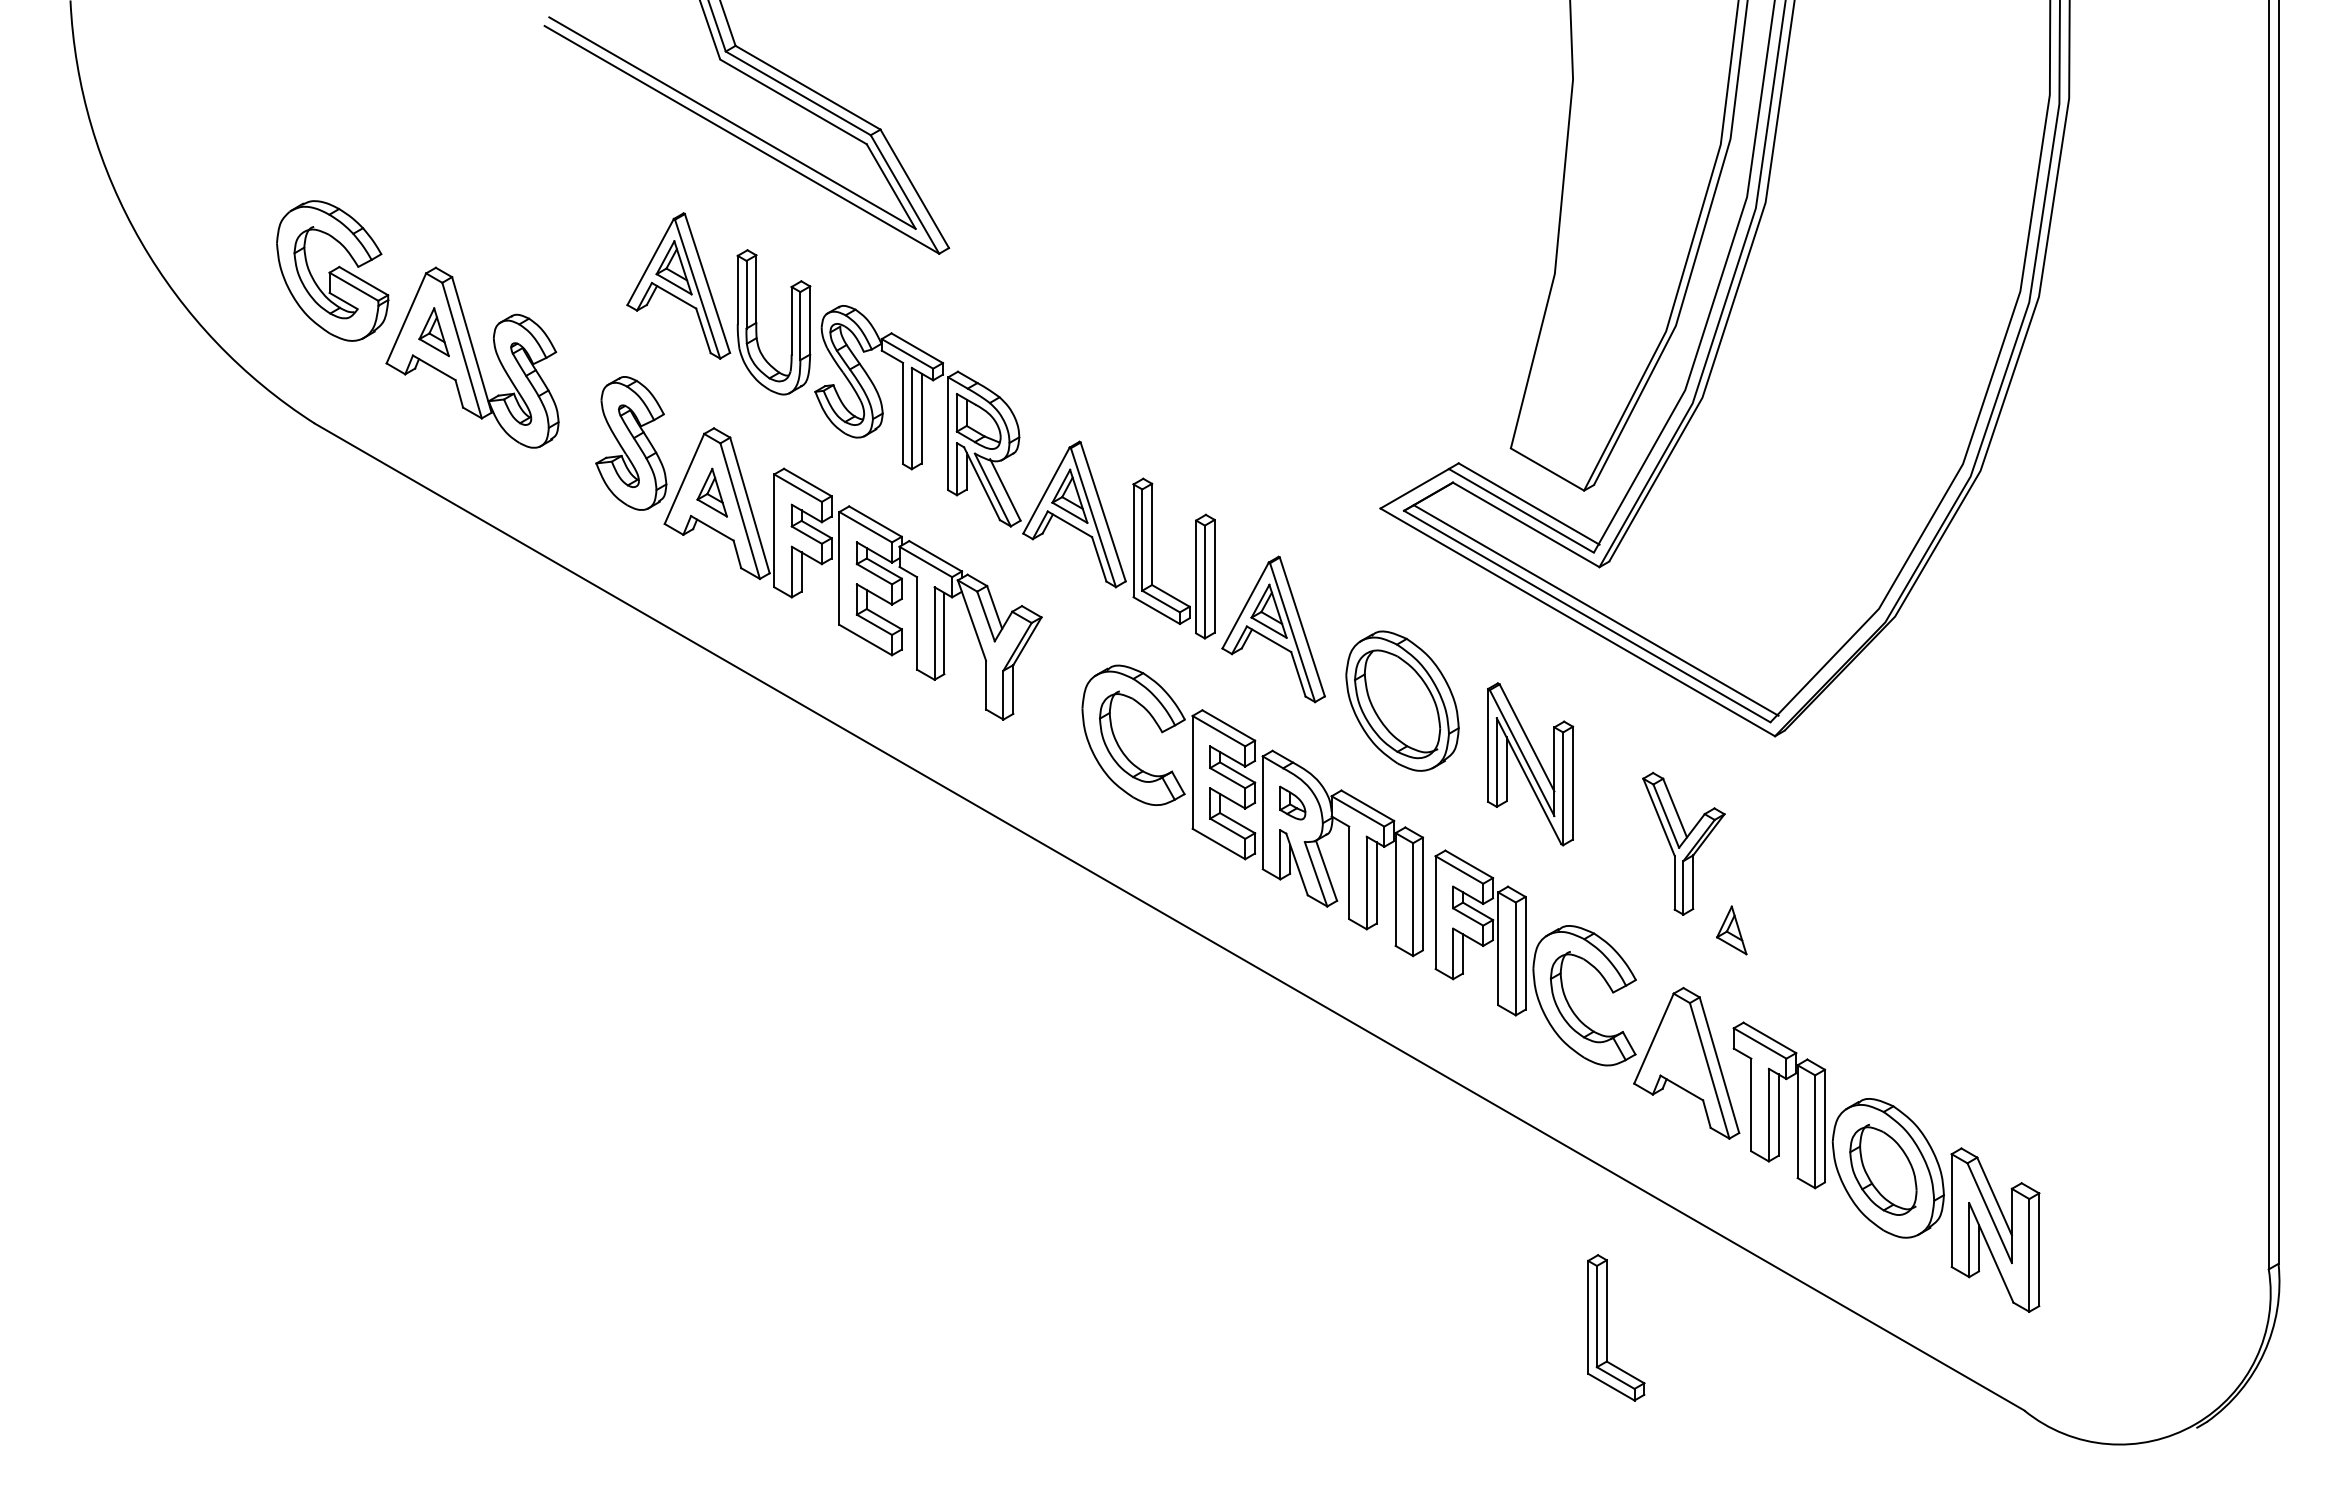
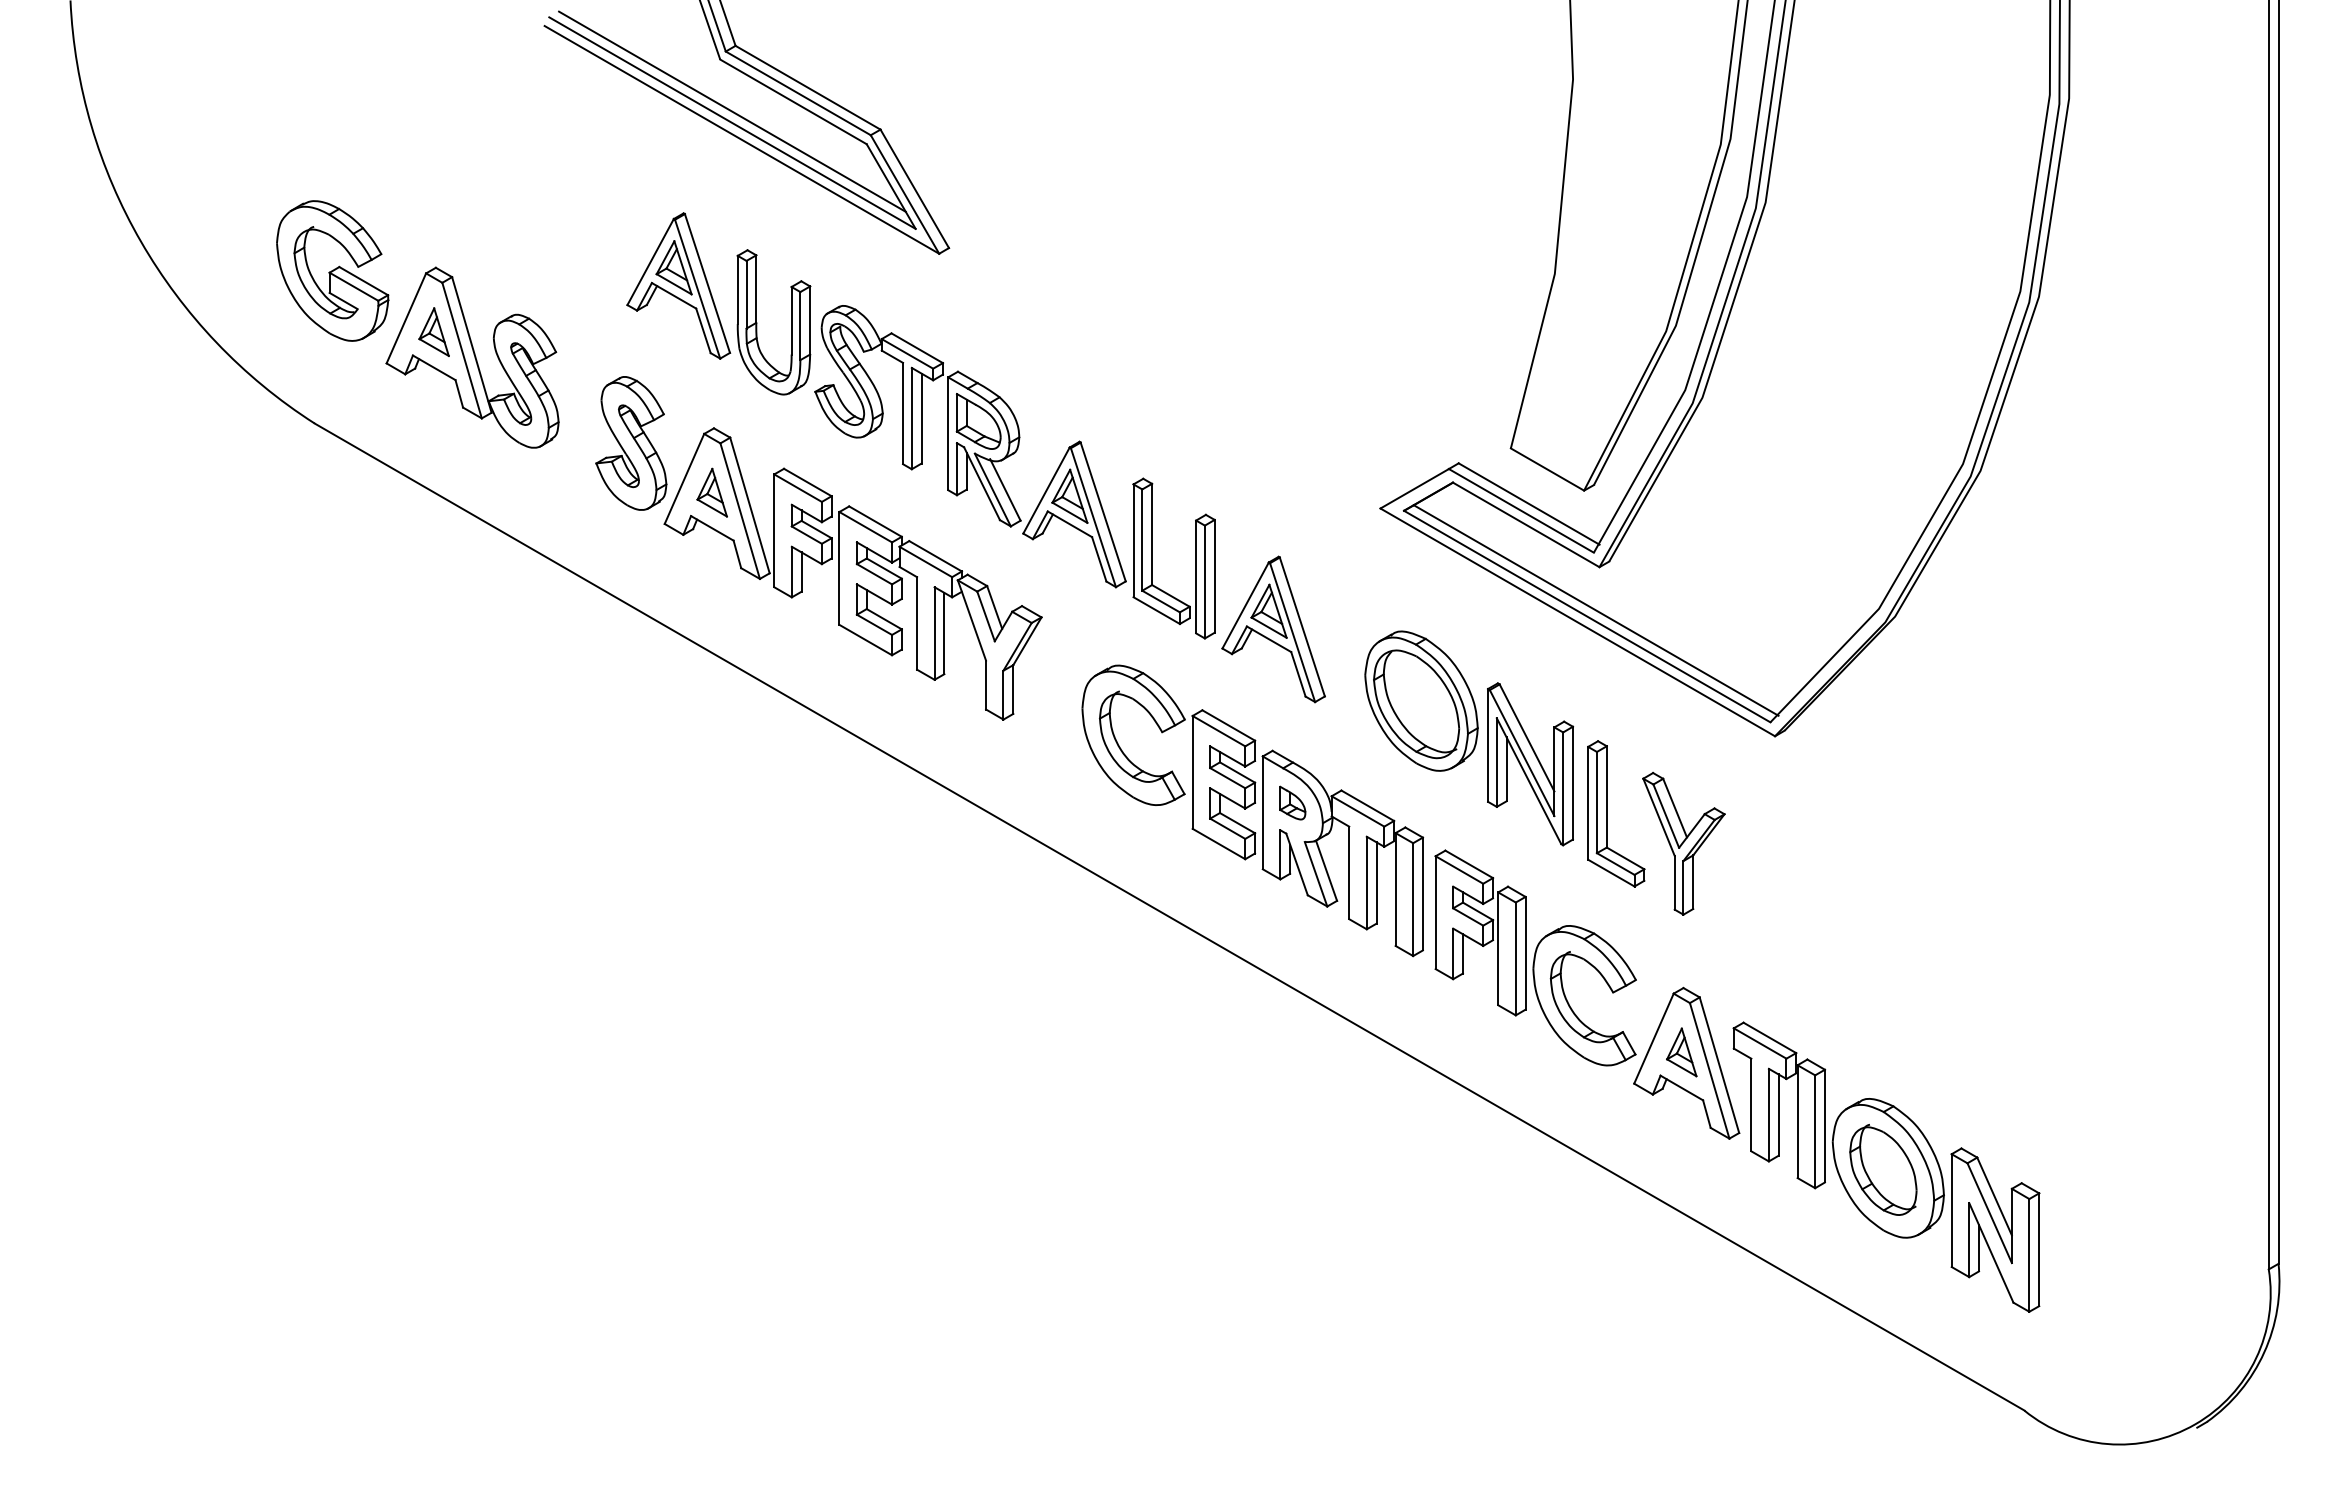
line at (732, 111): none -> present
part at (1402, 700) position: (1402, 700) -> (1421, 700)
part at (1731, 930) position: (1731, 930) -> (1681, 1052)
part at (1607, 1327) position: (1607, 1327) -> (1607, 813)
